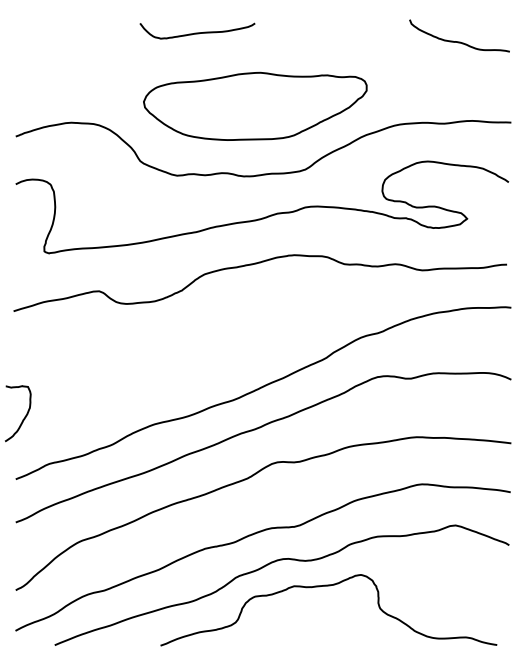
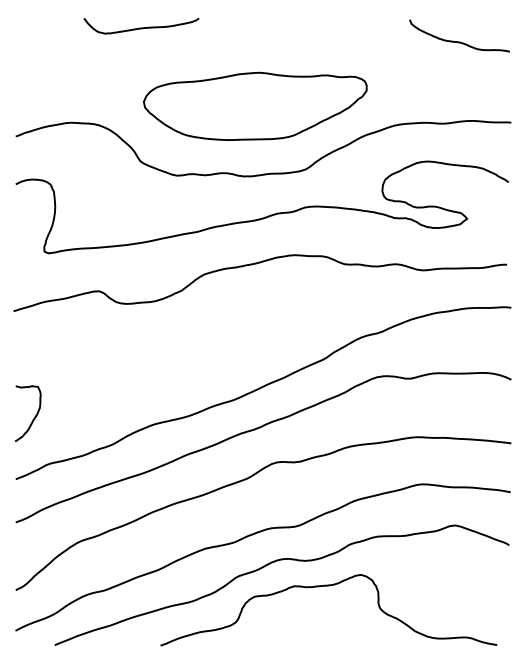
curve at (197, 32) position: (197, 32) -> (141, 27)
curve at (24, 416) position: (24, 416) -> (34, 416)
